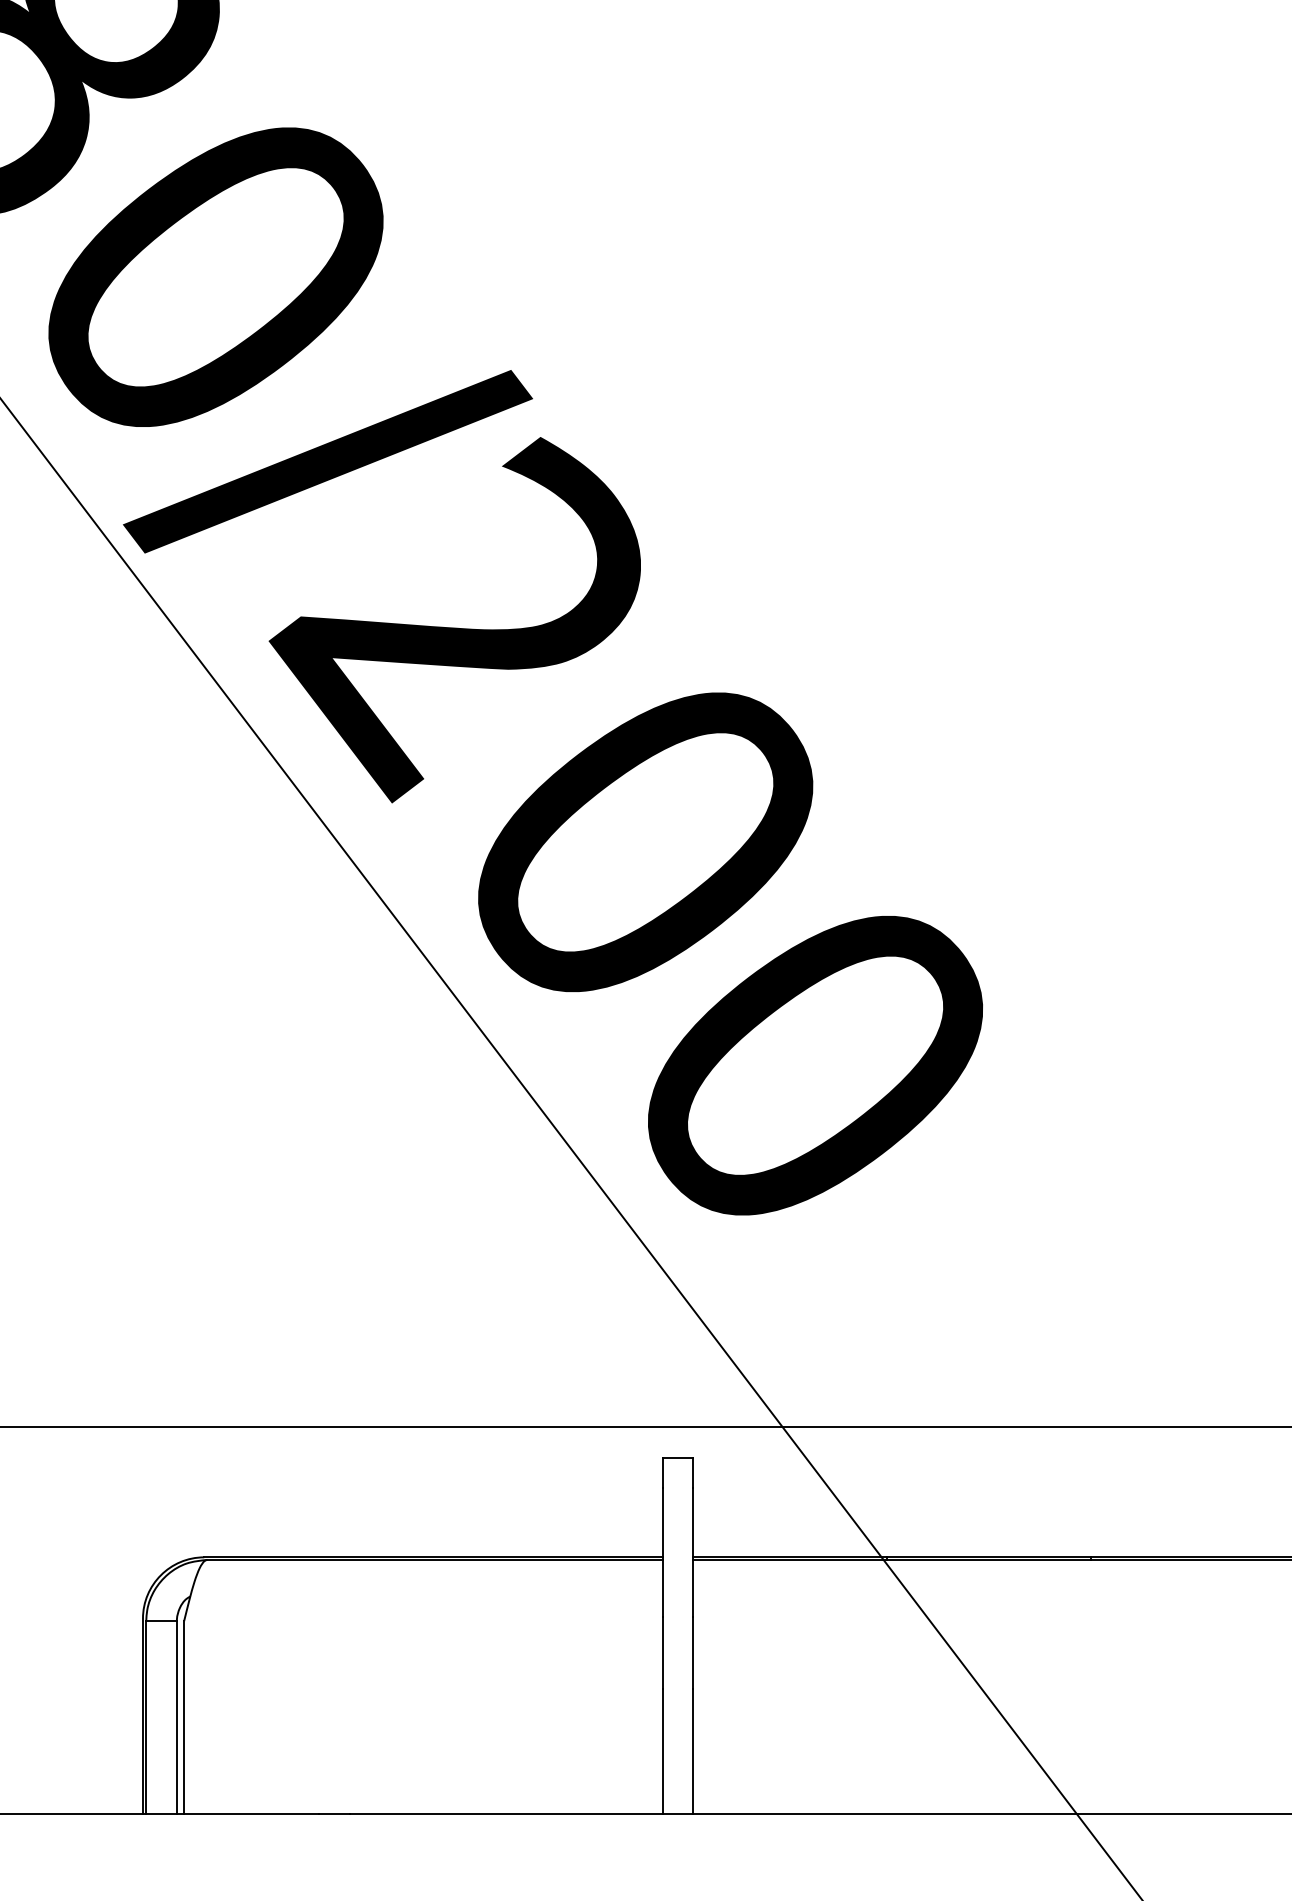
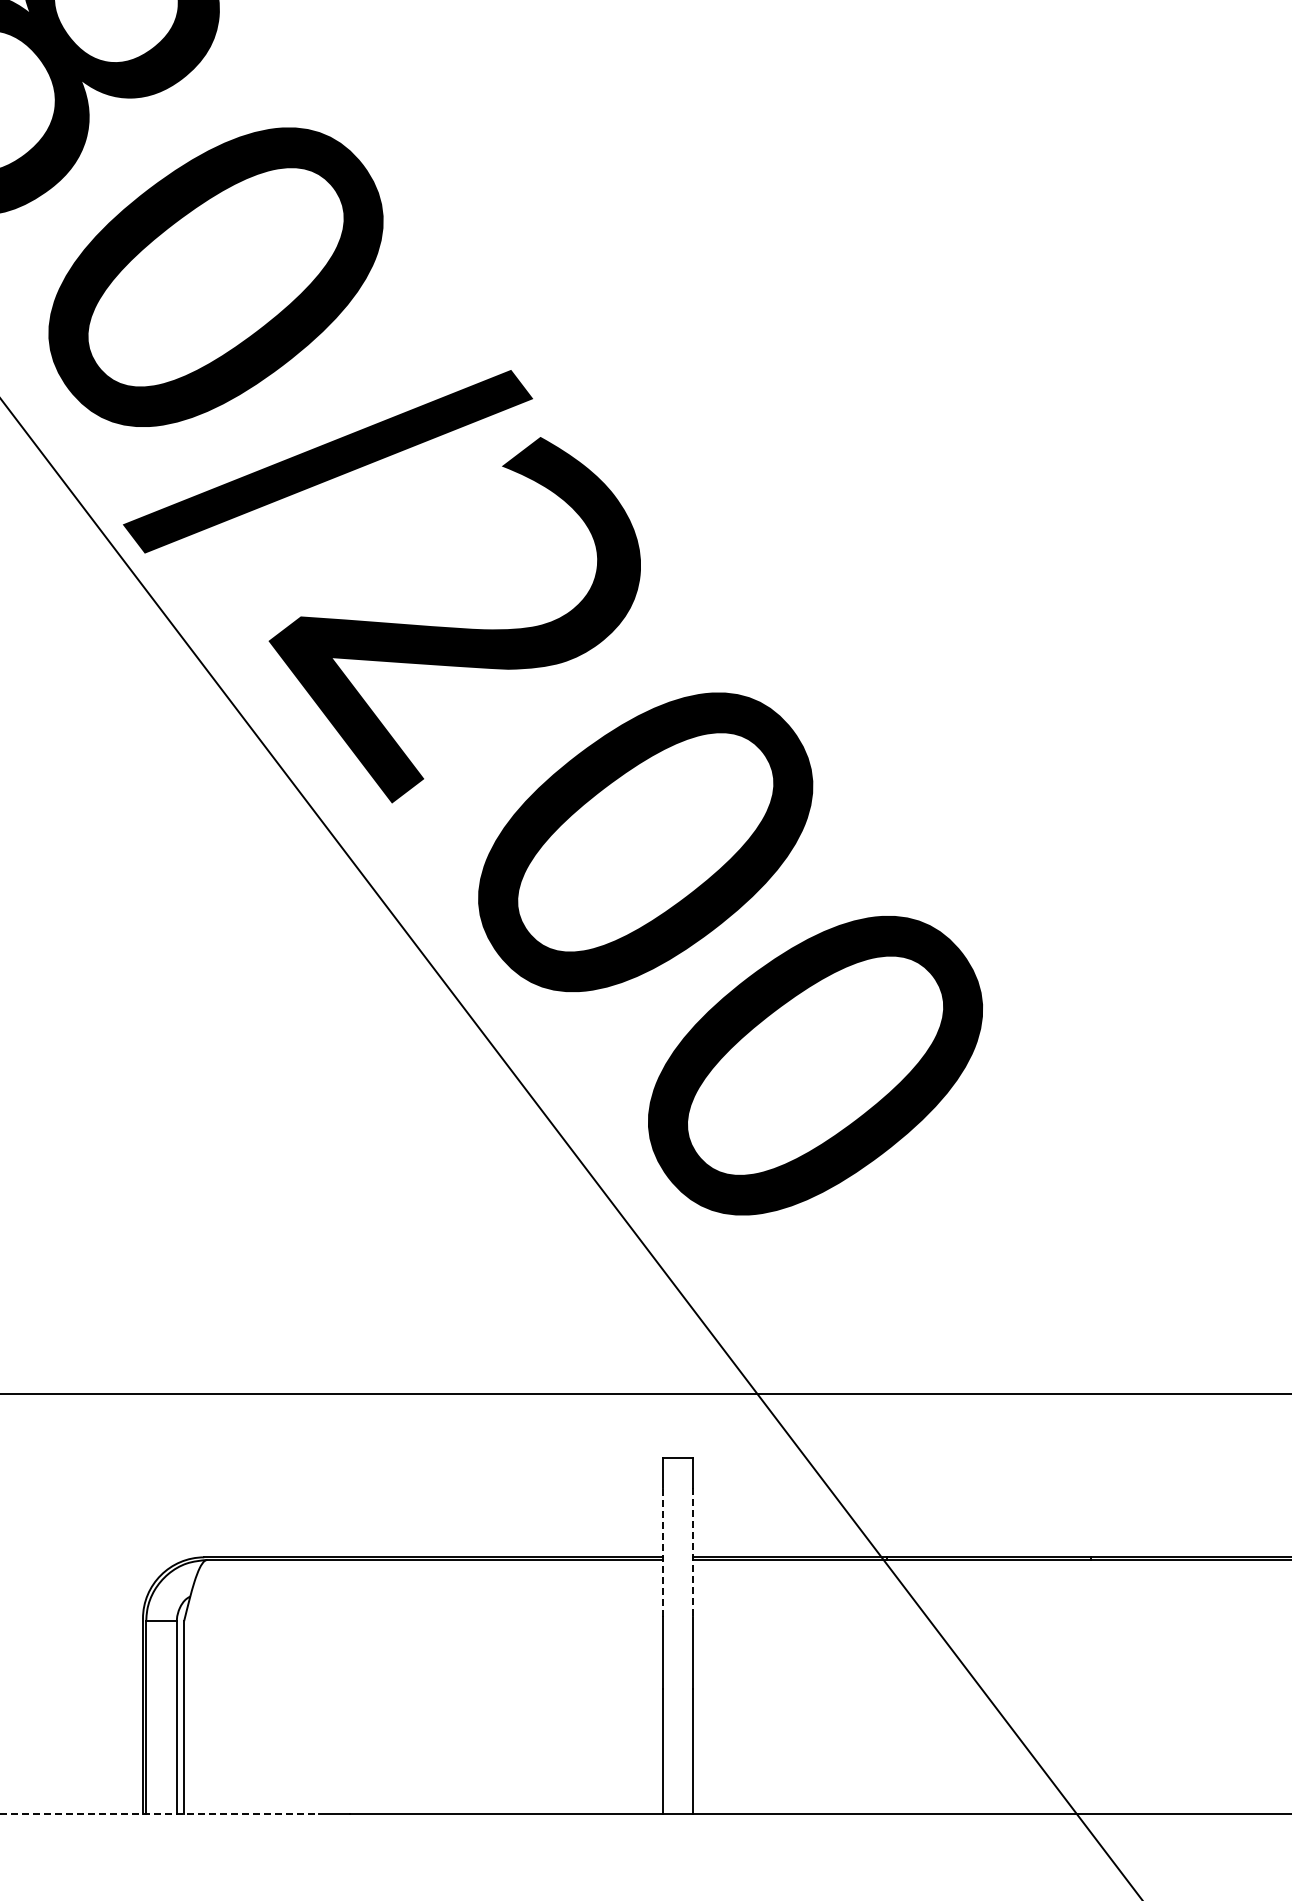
line at (645, 1427) position: (645, 1427) -> (645, 1394)
line at (662, 1552): solid -> dashed
line at (693, 1552): solid -> dashed
line at (160, 1814): solid -> dashed
